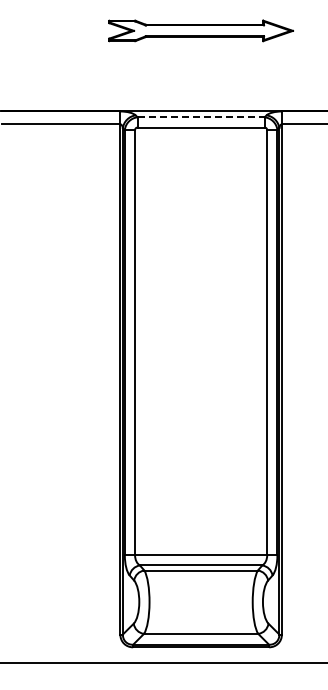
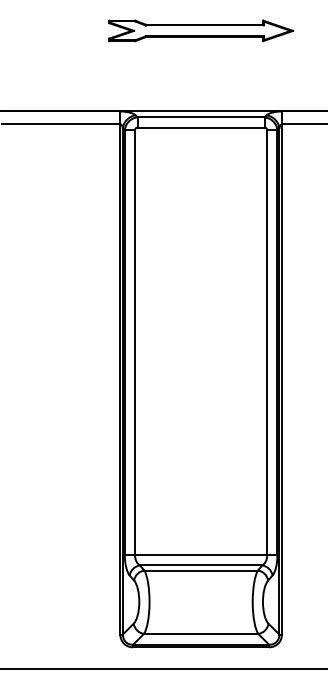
line at (201, 117): dashed -> solid
line at (163, 663) position: (163, 663) -> (163, 669)
